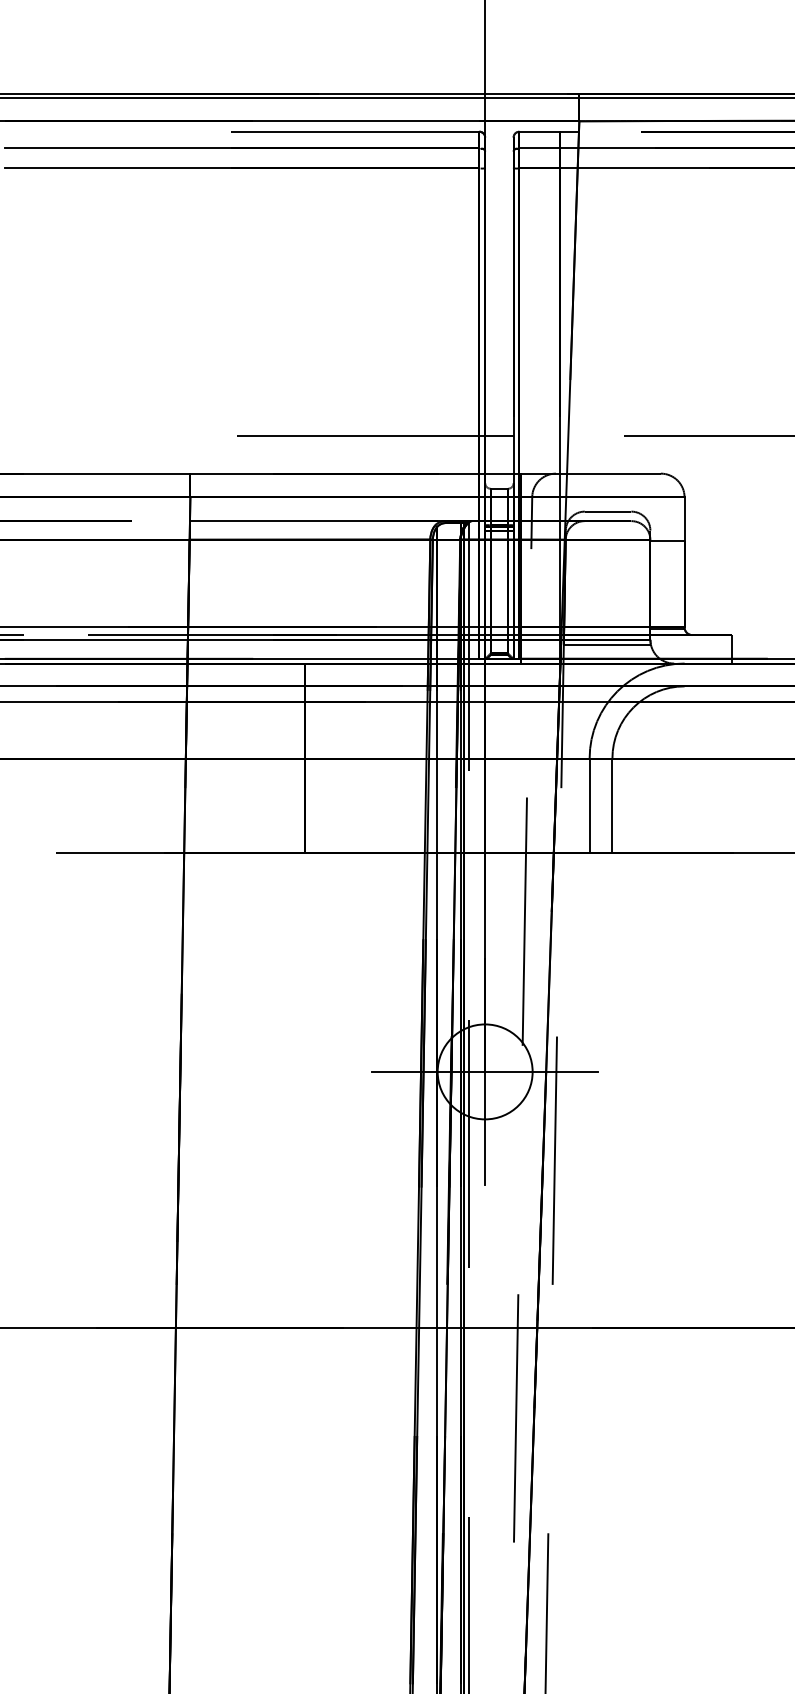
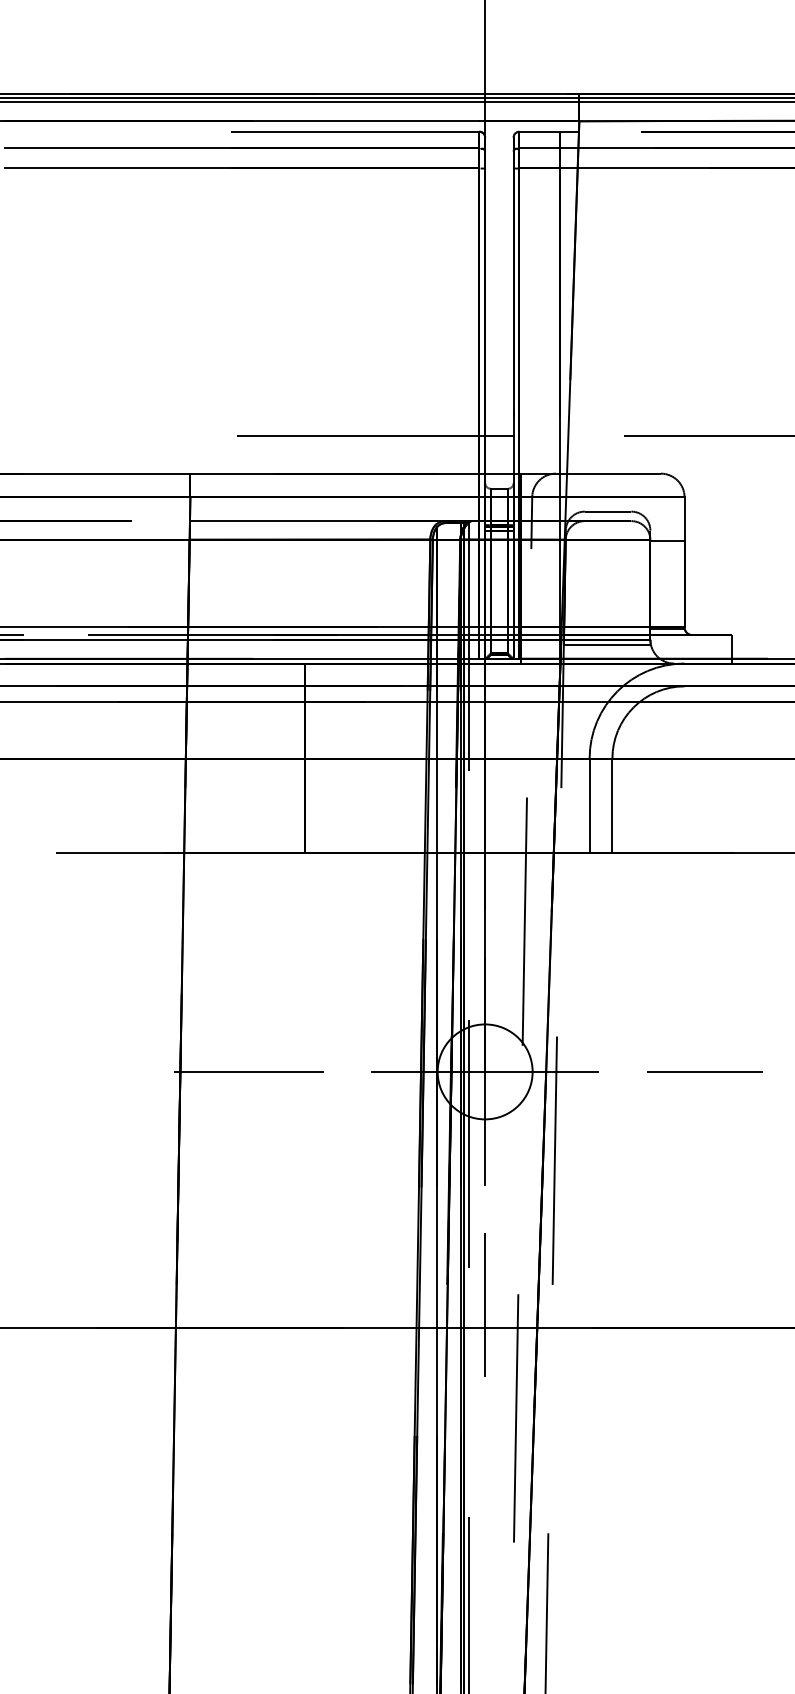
line at (396, 101): none -> present
line at (248, 1071): none -> present
line at (704, 1071): none -> present
line at (485, 1305): none -> present
